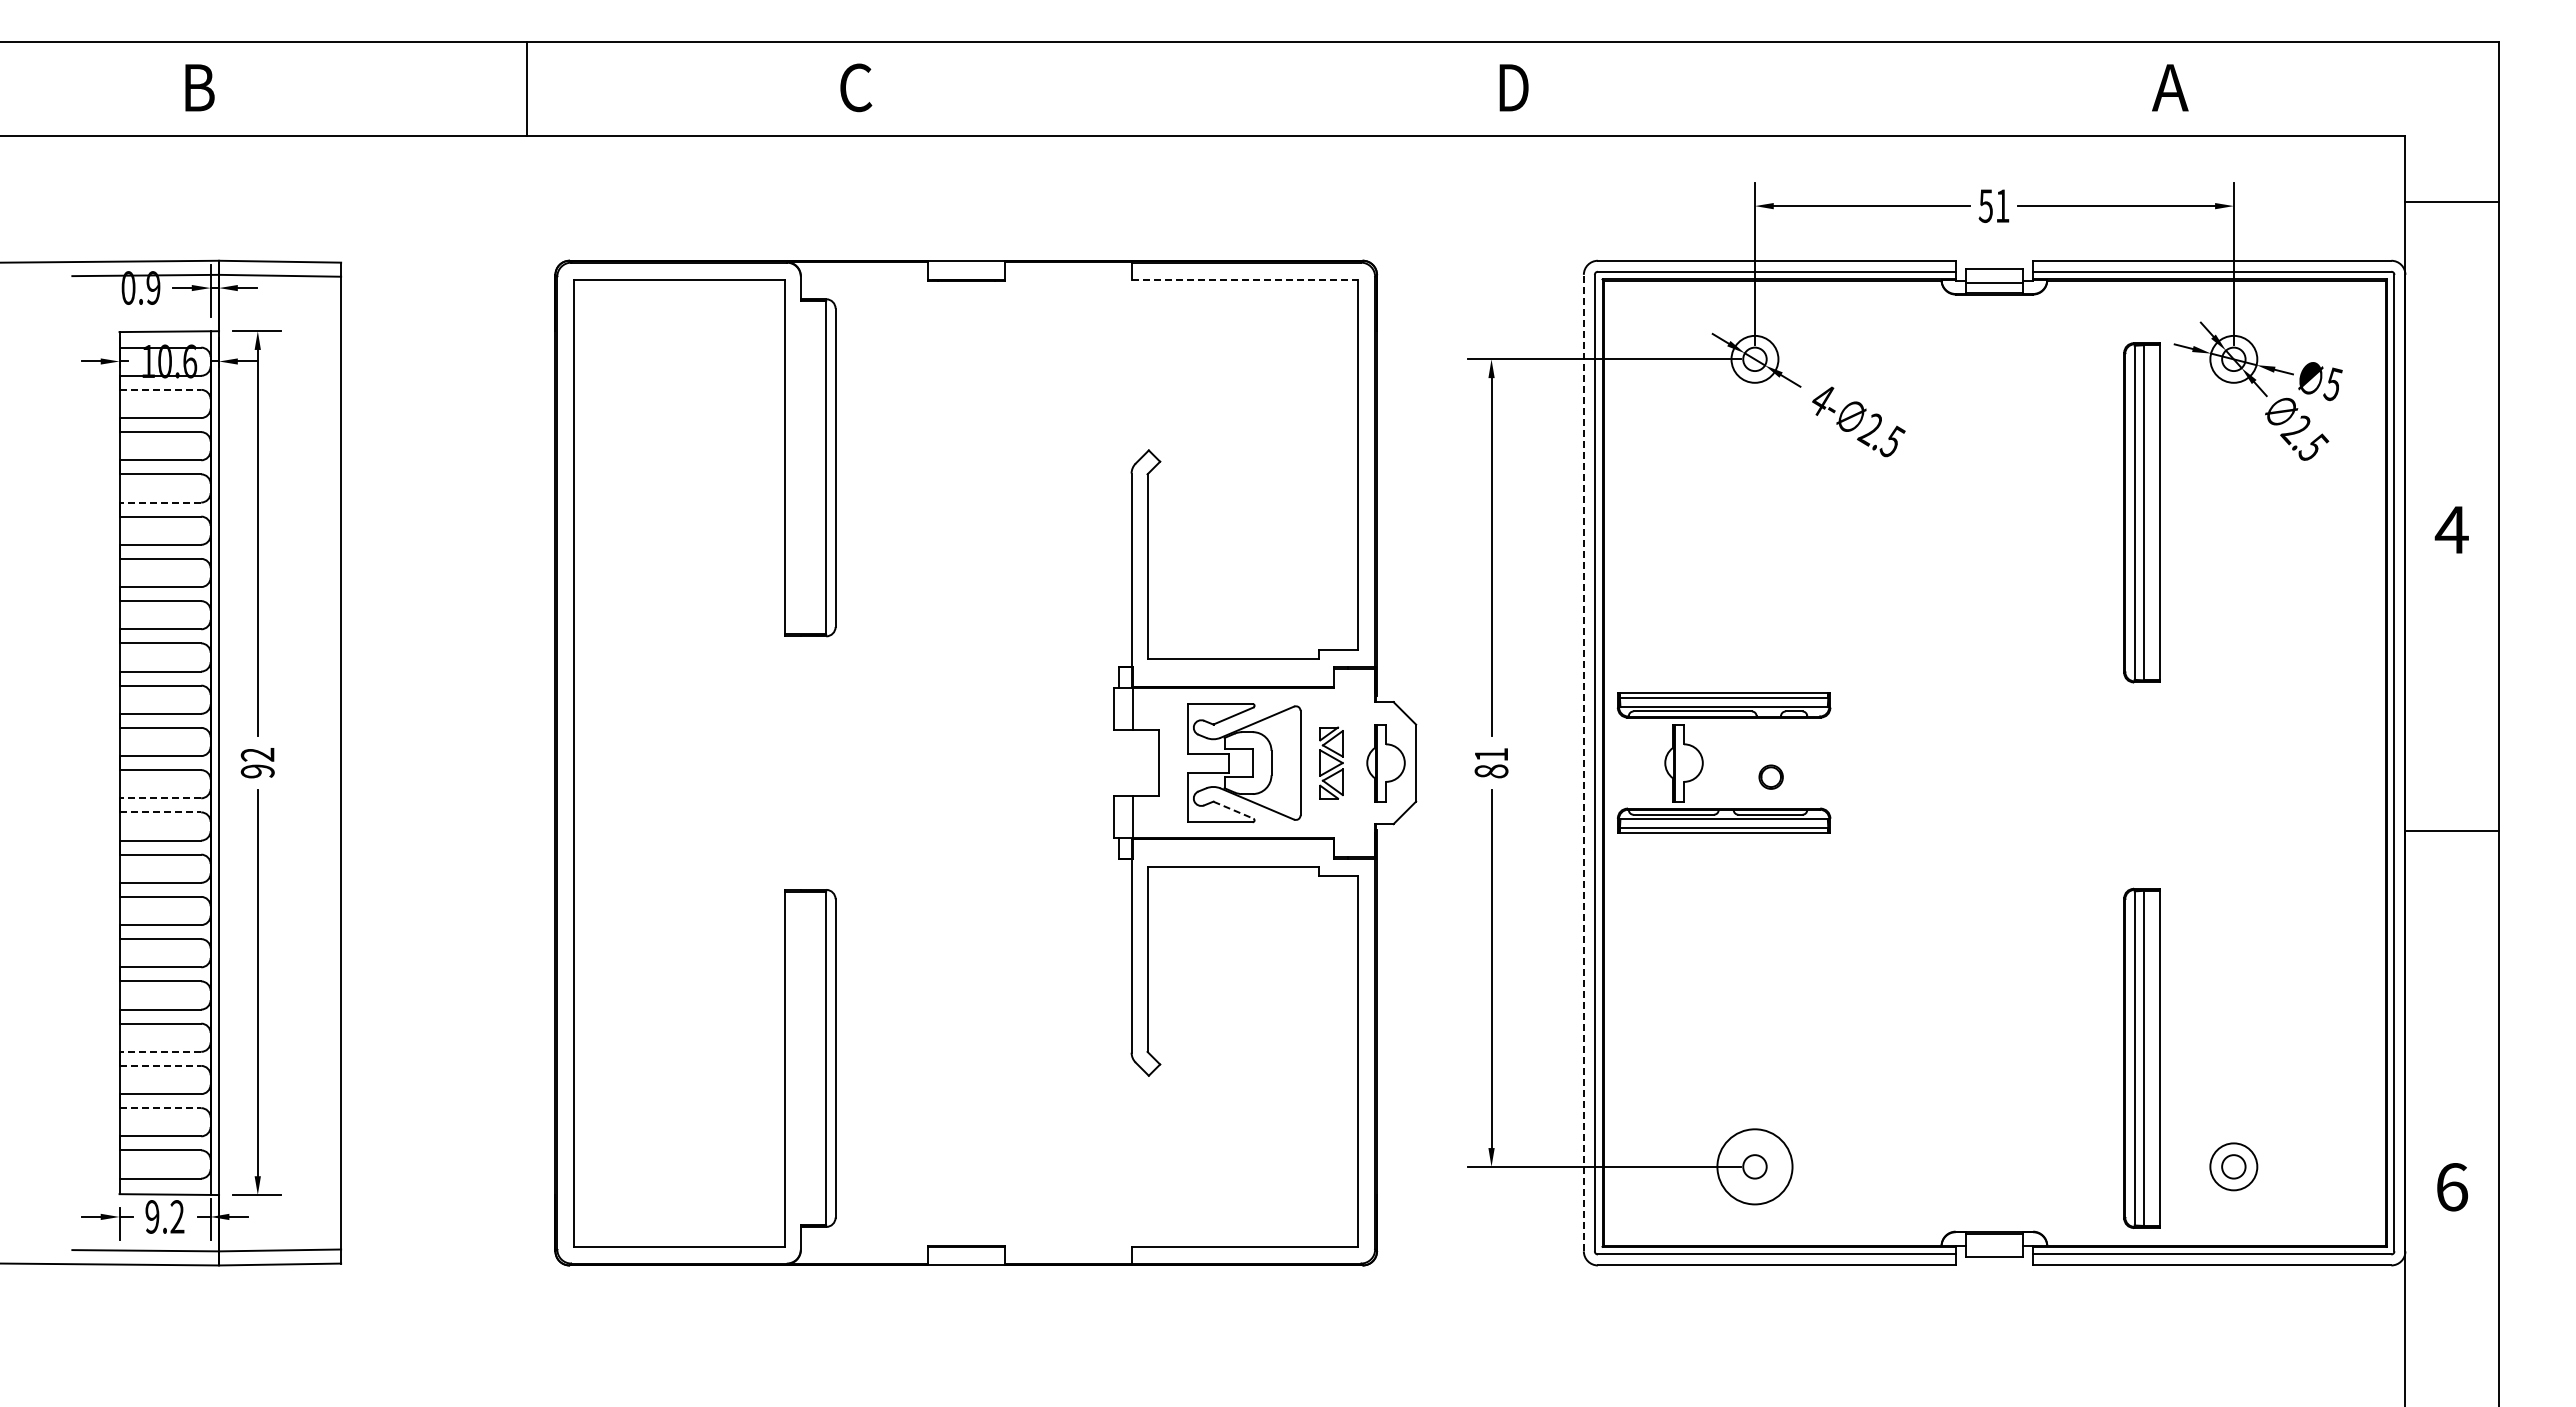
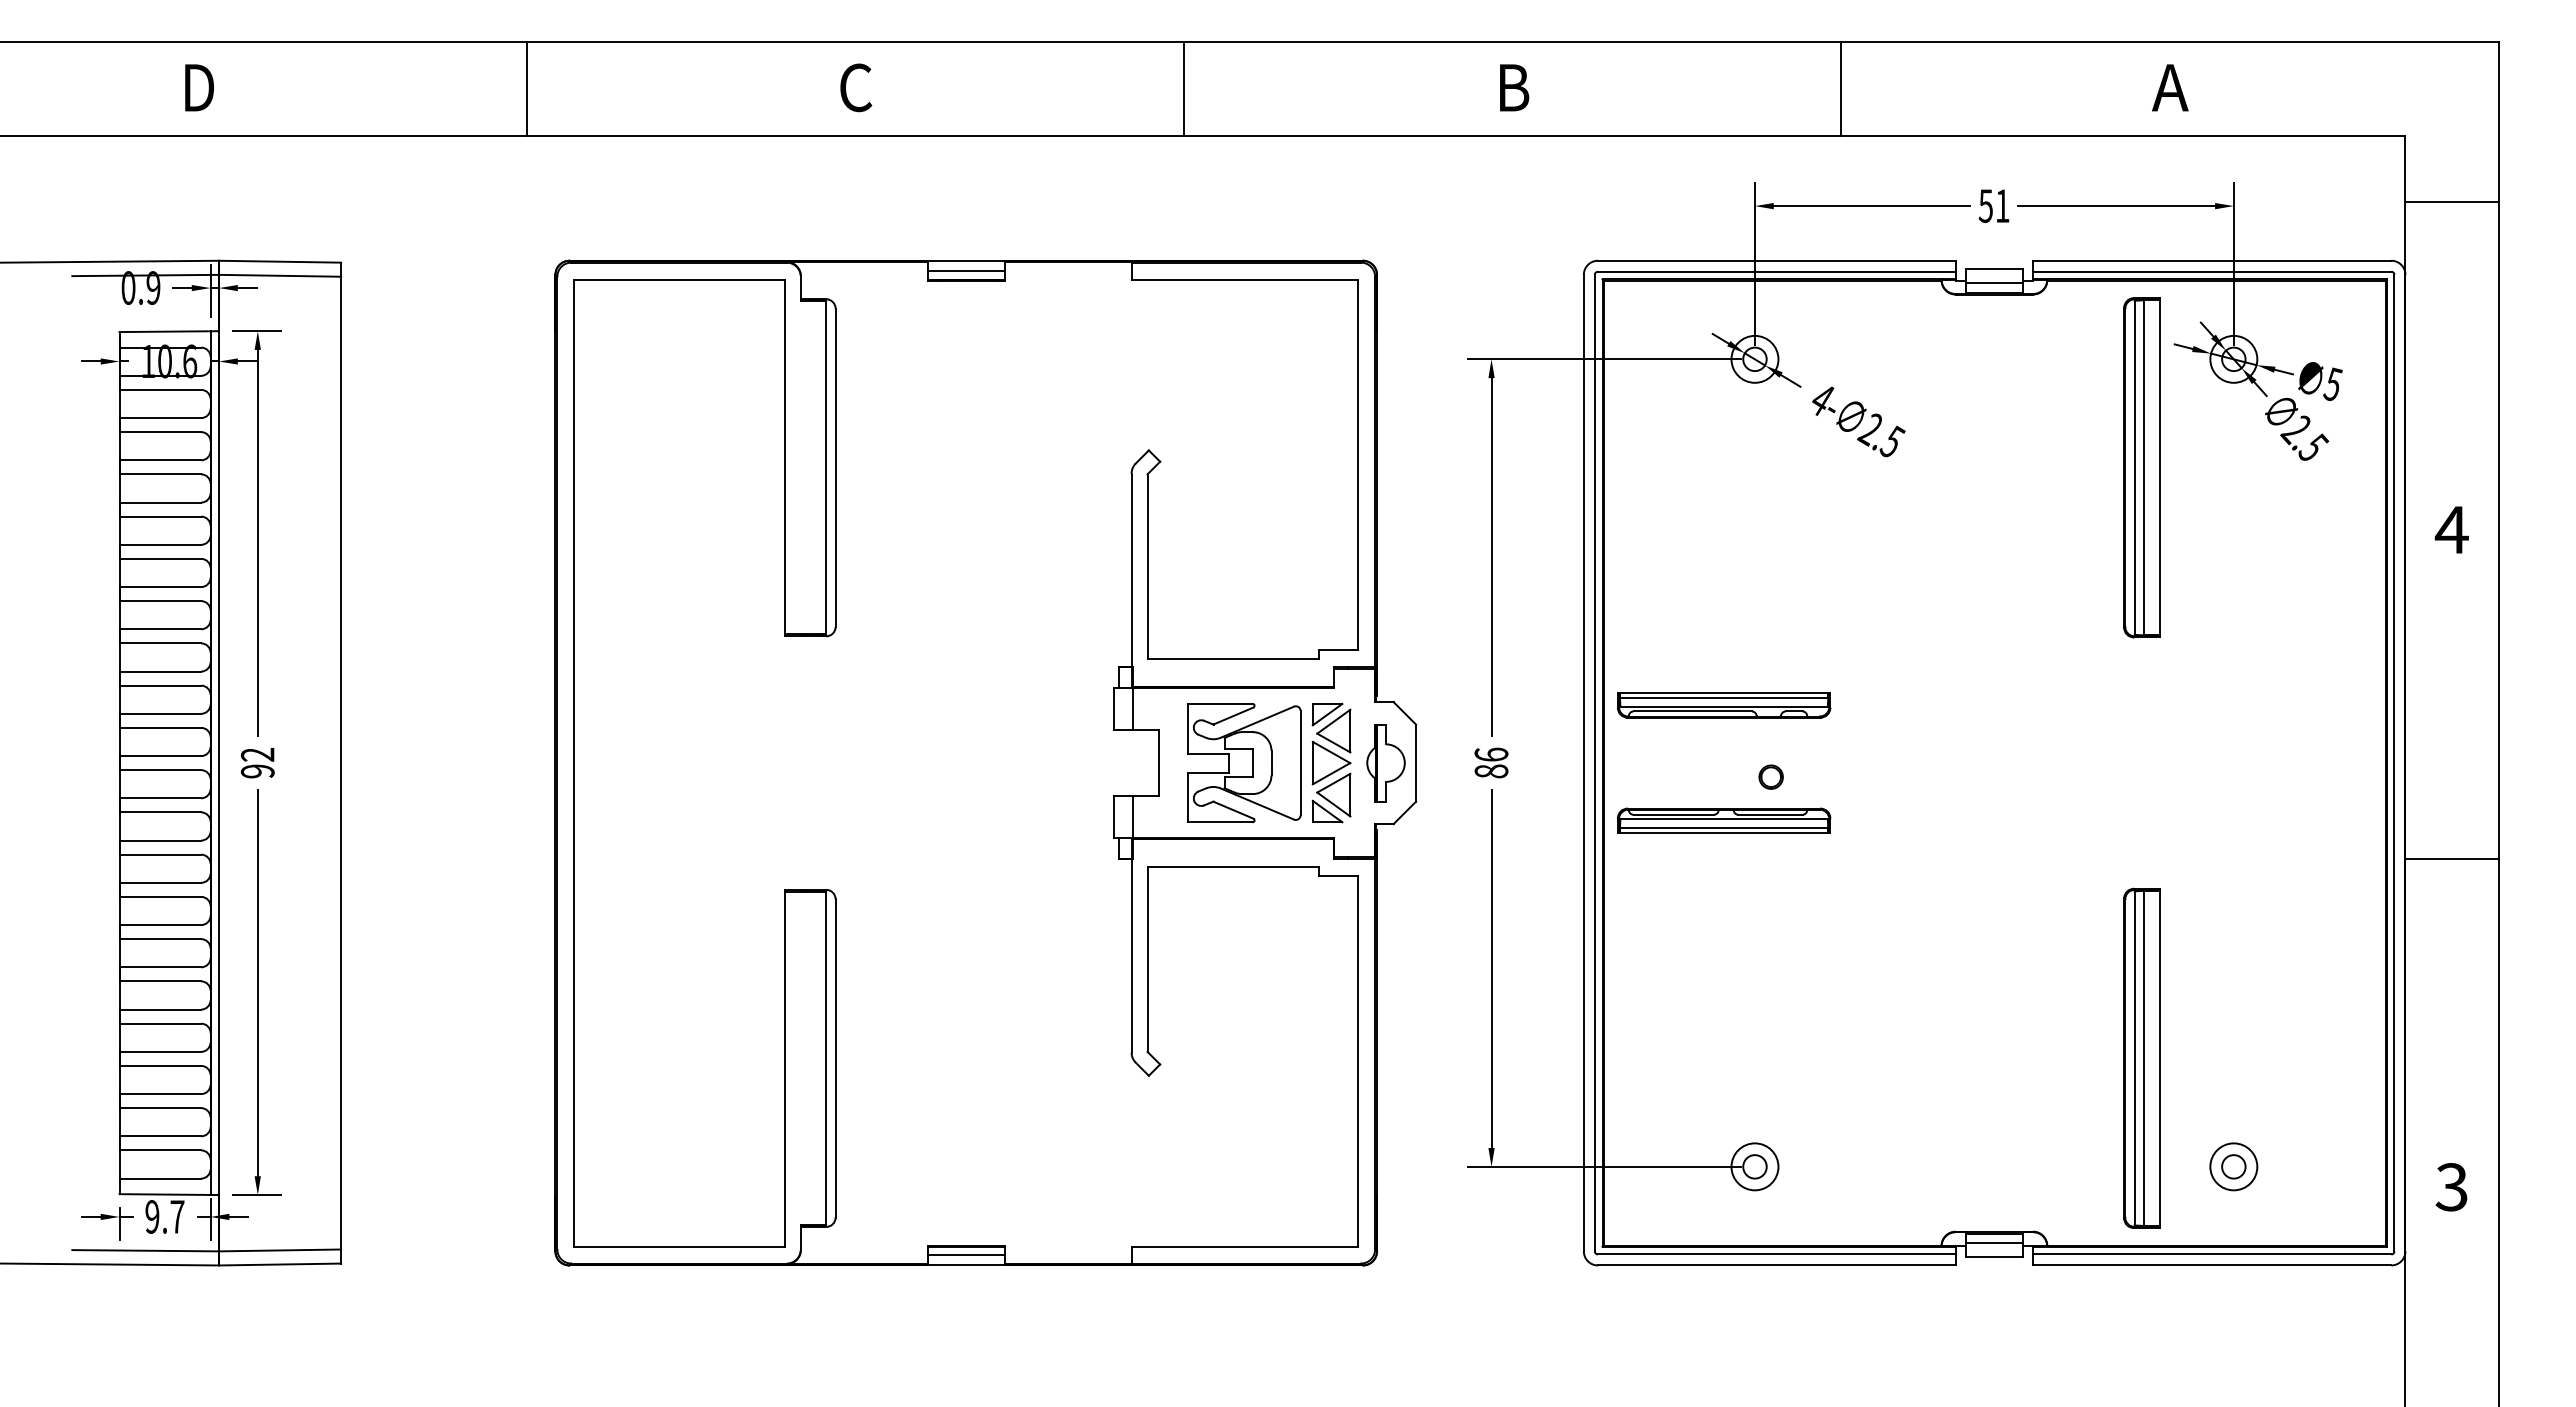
text at (199, 87): B -> D
text at (1514, 87): D -> B
line at (1184, 89): none -> present
line at (1841, 89): none -> present
line at (965, 271): none -> present
line at (1245, 279): dashed -> solid
line at (160, 389): dashed -> solid
line at (160, 502): dashed -> solid
part at (2141, 512) position: (2141, 512) -> (2141, 467)
text at (1491, 754): 81 -> 86
part at (1331, 762) size: 25x74 px -> 41x122 px
line at (1583, 762): dashed -> solid
part at (1683, 763): present -> none
line at (160, 798): dashed -> solid
line at (1233, 810): dashed -> solid
line at (160, 812): dashed -> solid
line at (2451, 831) position: (2451, 831) -> (2451, 859)
line at (160, 1051): dashed -> solid
line at (160, 1065): dashed -> solid
line at (160, 1108): dashed -> solid
circle at (1754, 1166) diameter: 75 px -> 47 px
text at (2451, 1187): 6 -> 3
text at (177, 1216): 9.2 -> 9.7
line at (1994, 1242): none -> present
line at (965, 1255): none -> present
